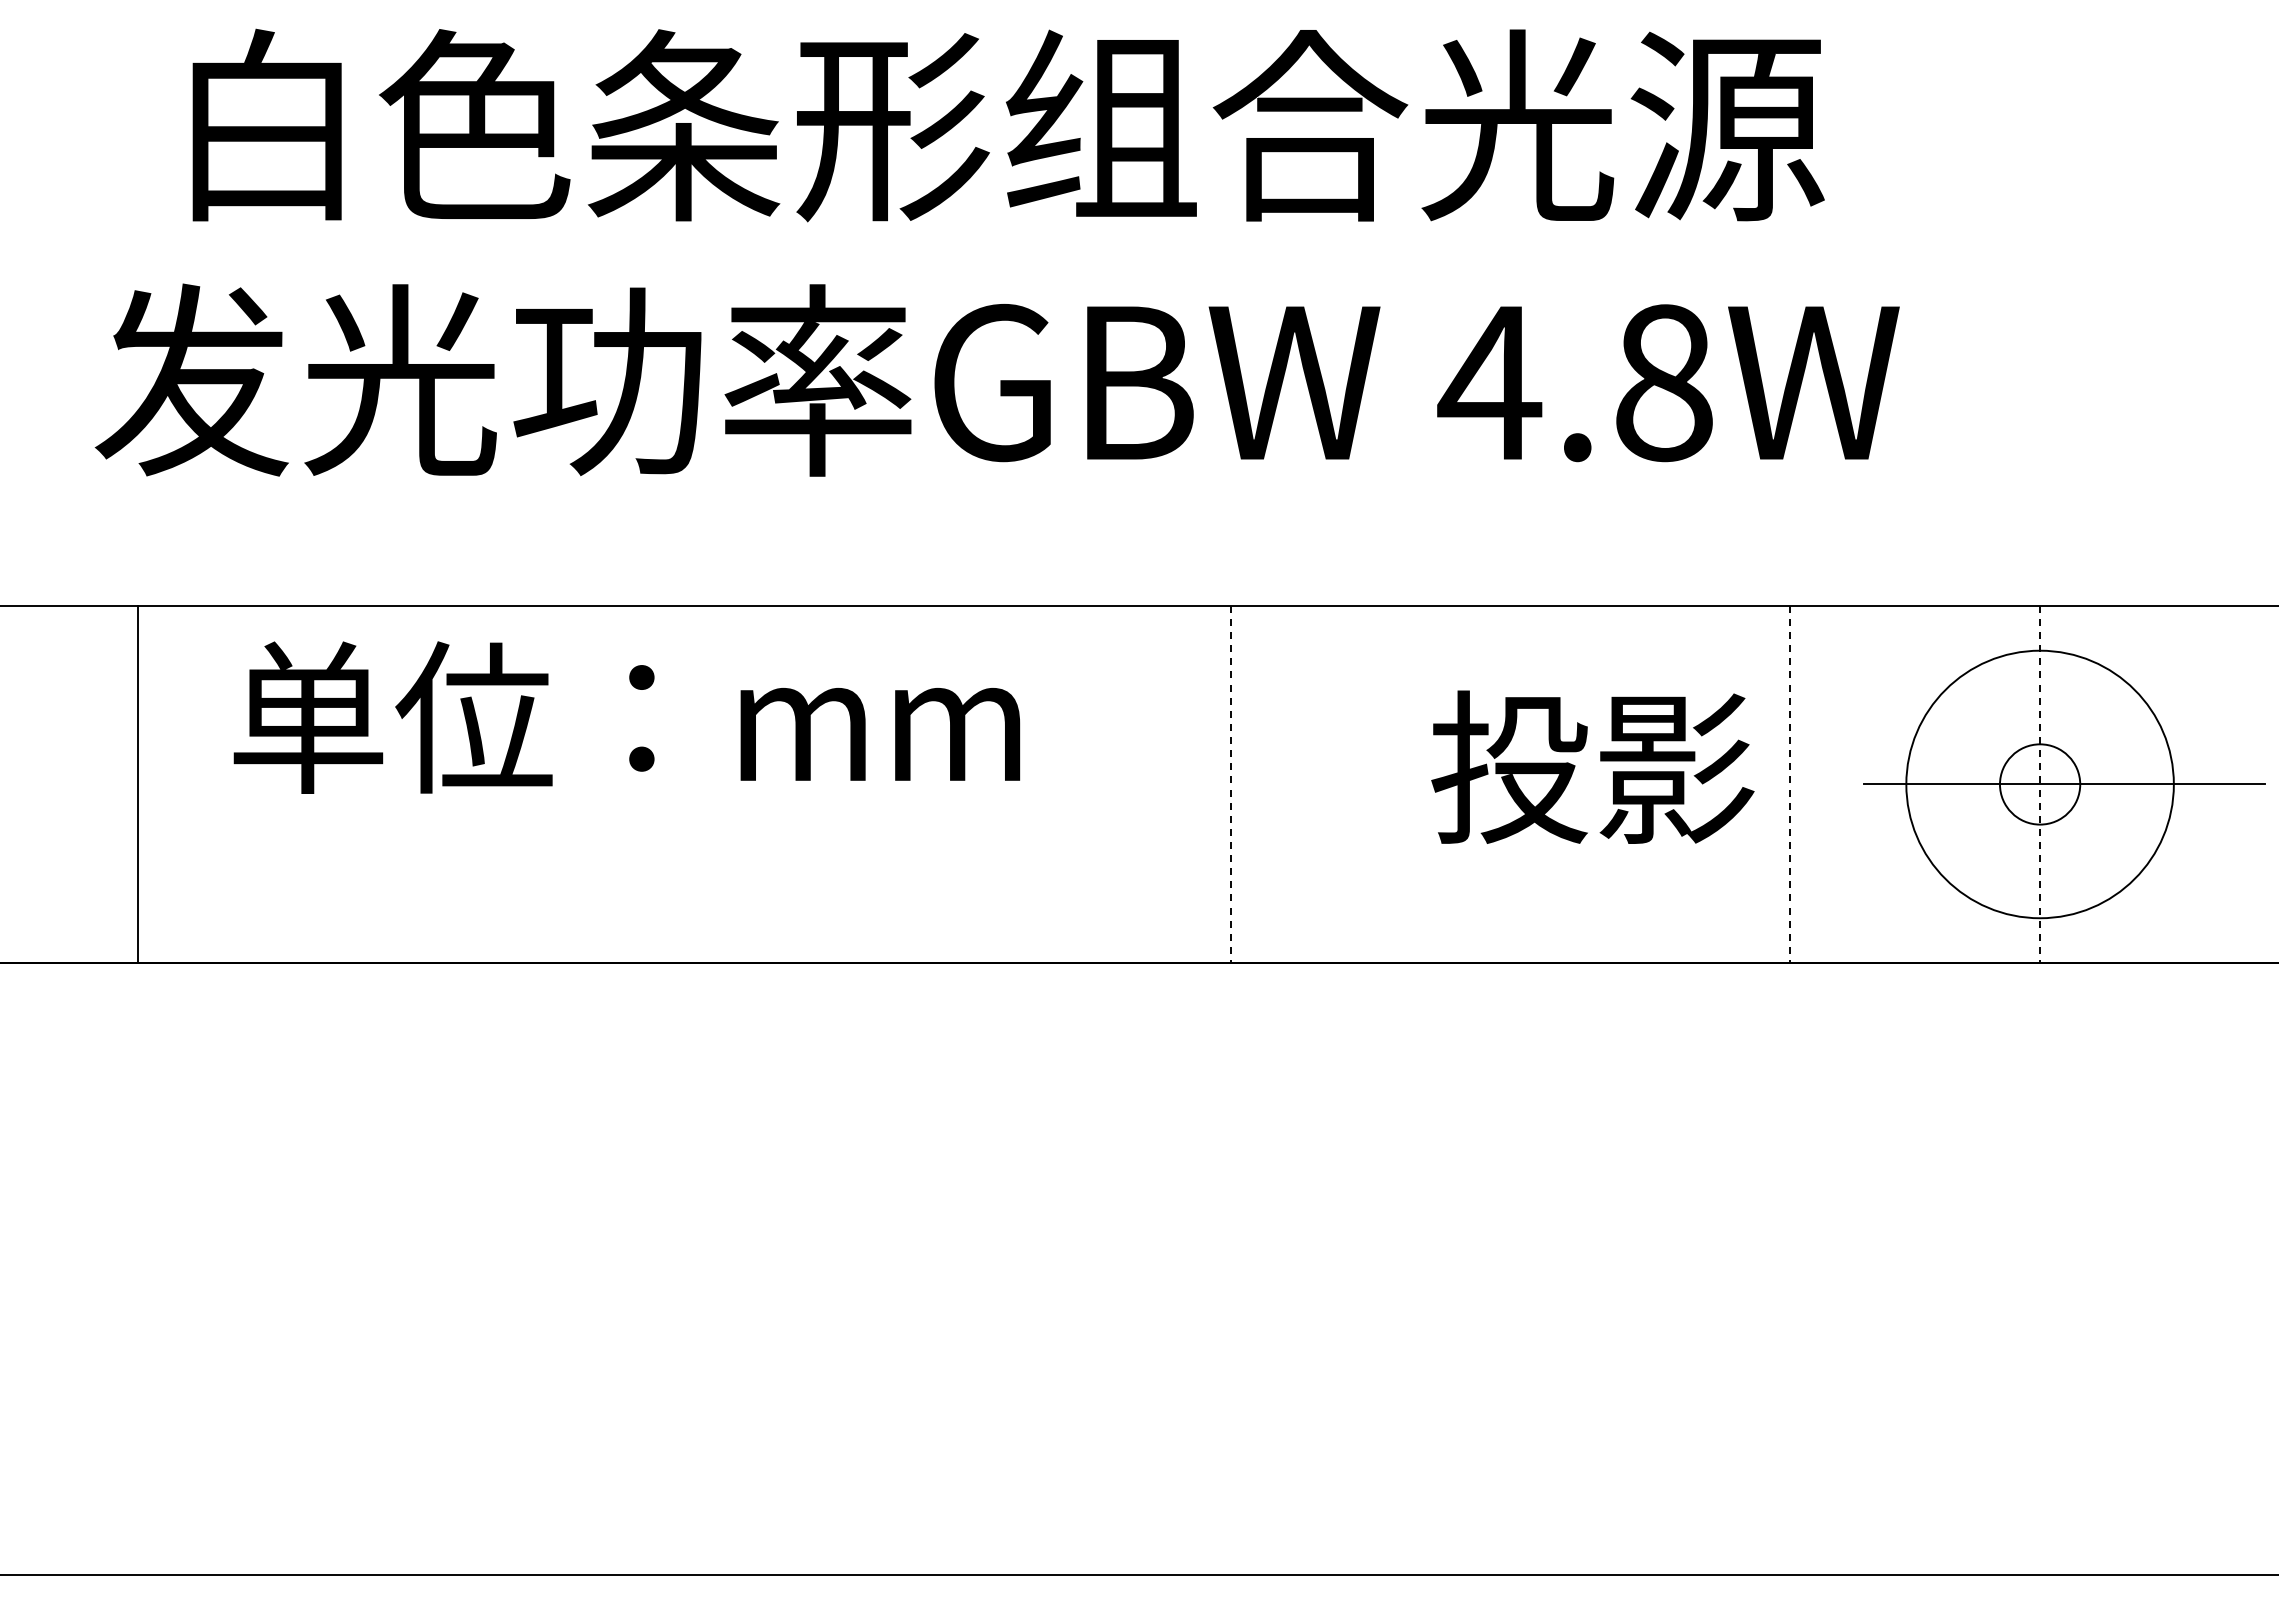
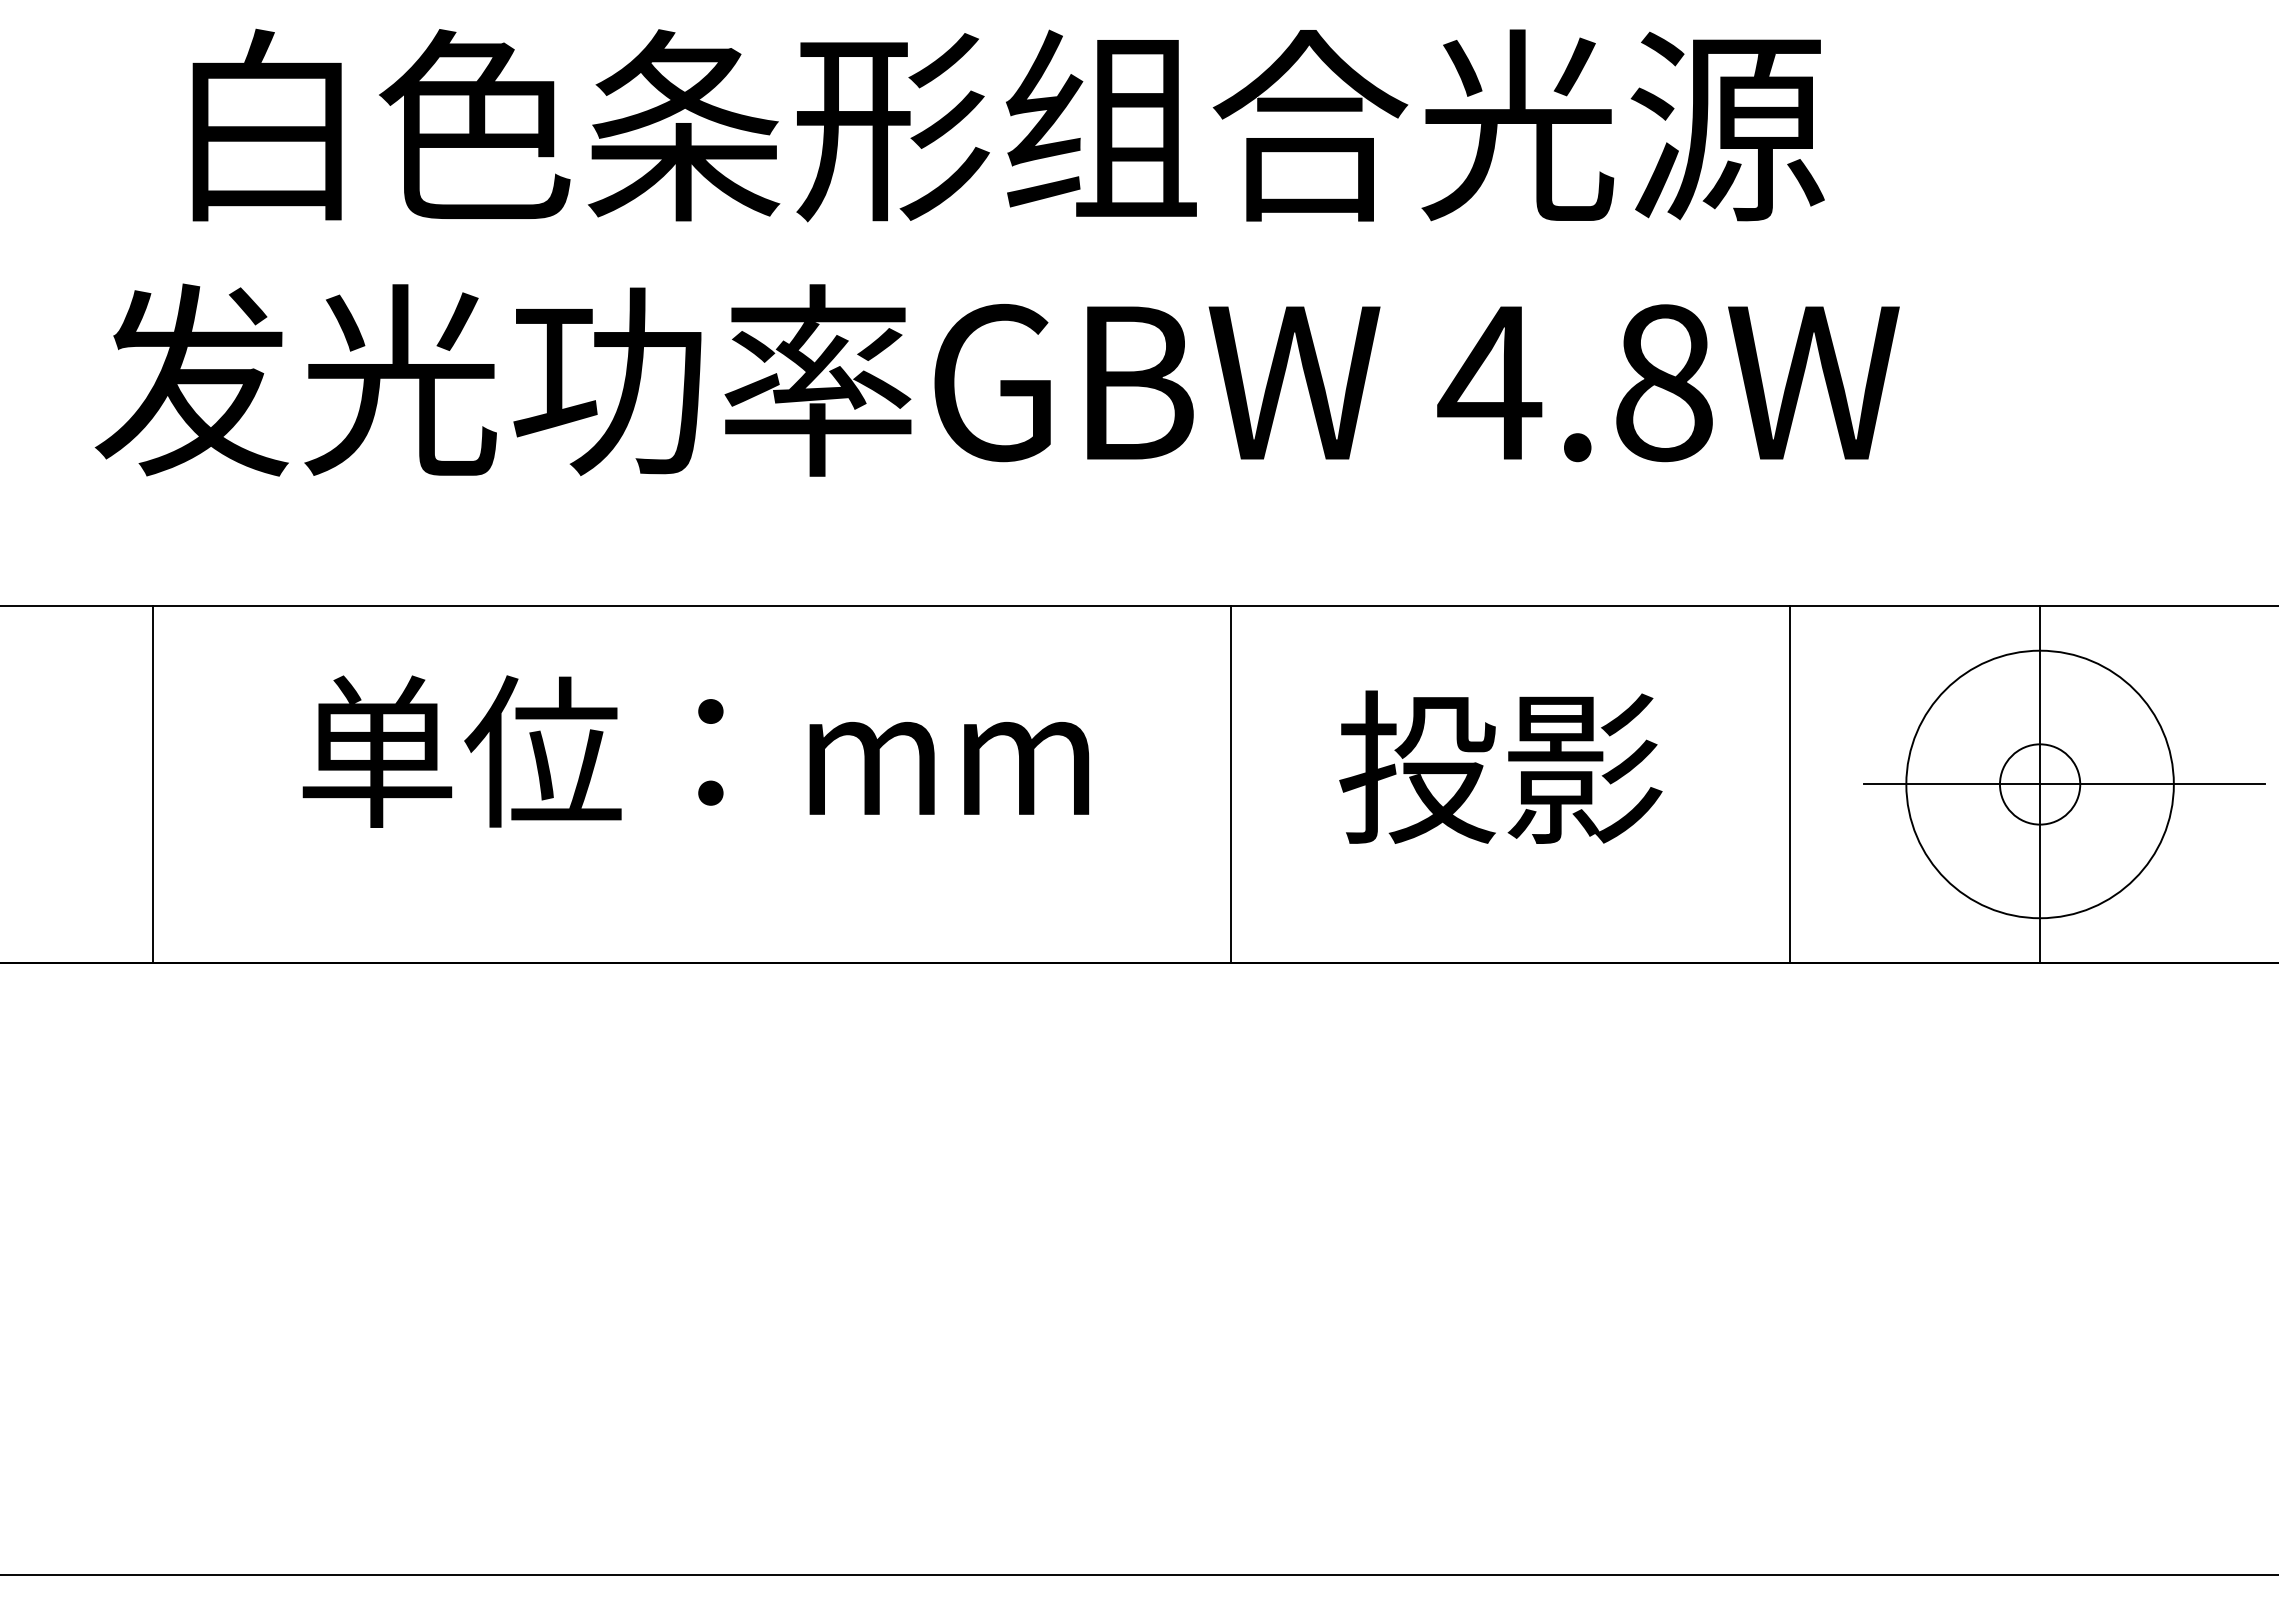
text at (626, 717) position: (626, 717) -> (695, 751)
text at (1592, 766) position: (1592, 766) -> (1500, 766)
line at (138, 784) position: (138, 784) -> (153, 784)
line at (1231, 784): dashed -> solid
line at (1789, 784): dashed -> solid
line at (2040, 784): dashed -> solid
